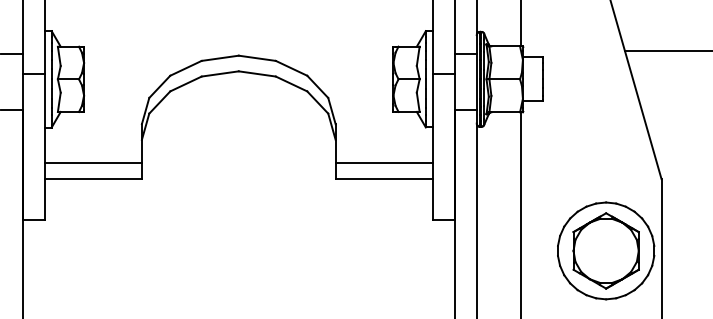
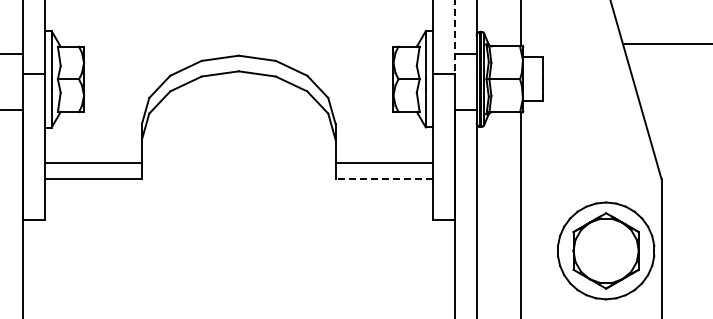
line at (454, 36): solid -> dashed
line at (666, 50) position: (666, 50) -> (666, 43)
line at (383, 178): solid -> dashed
